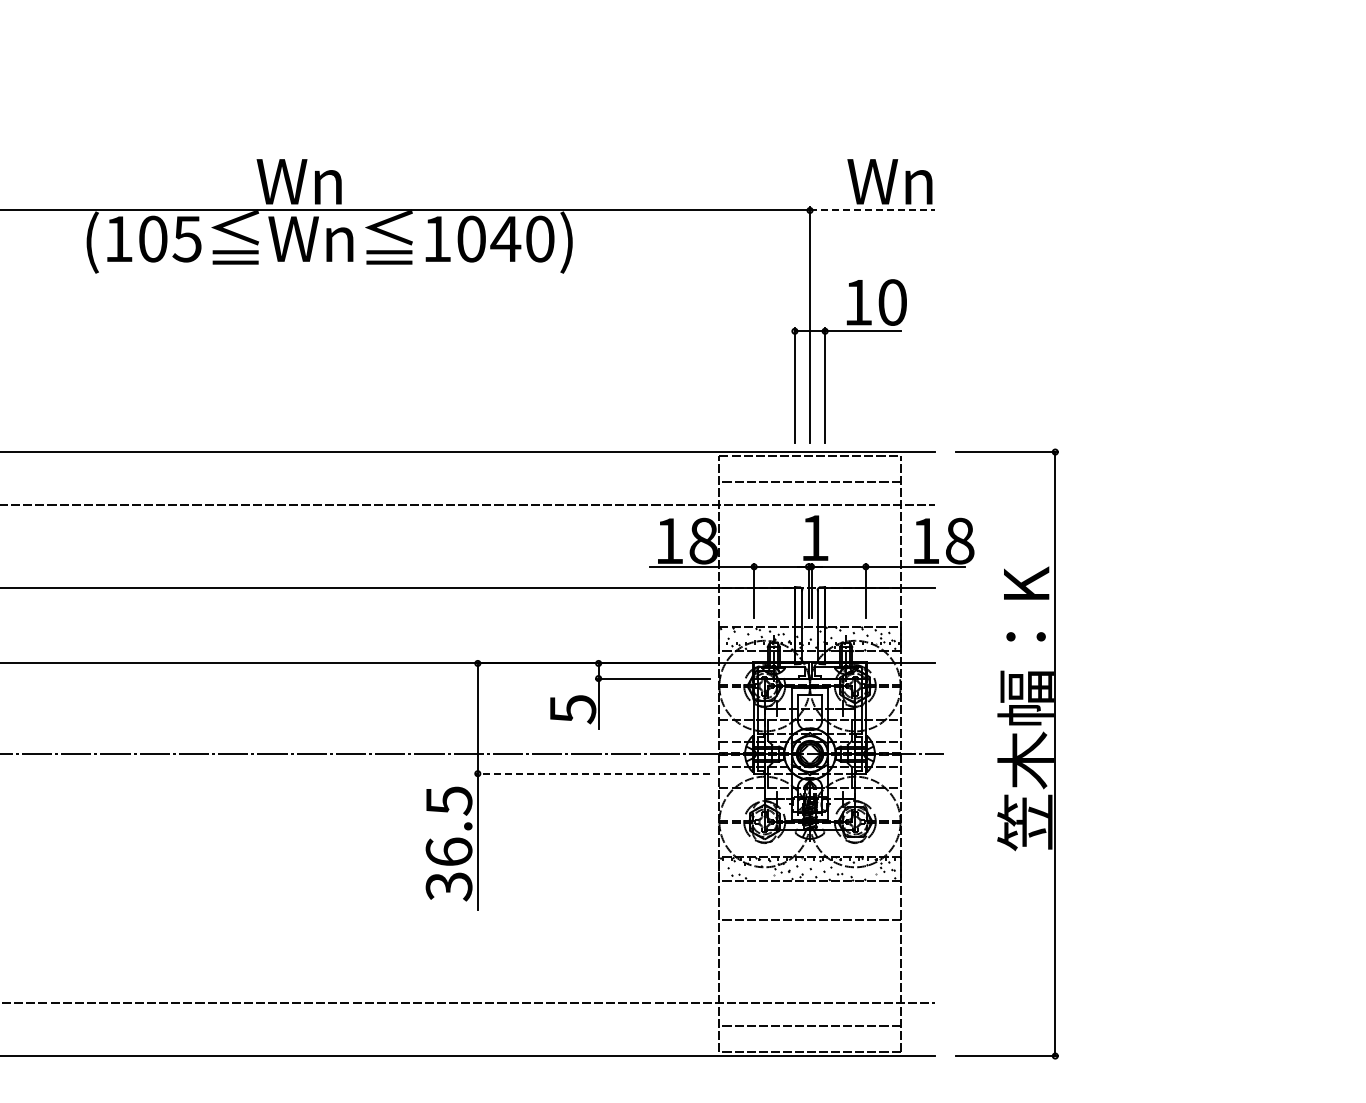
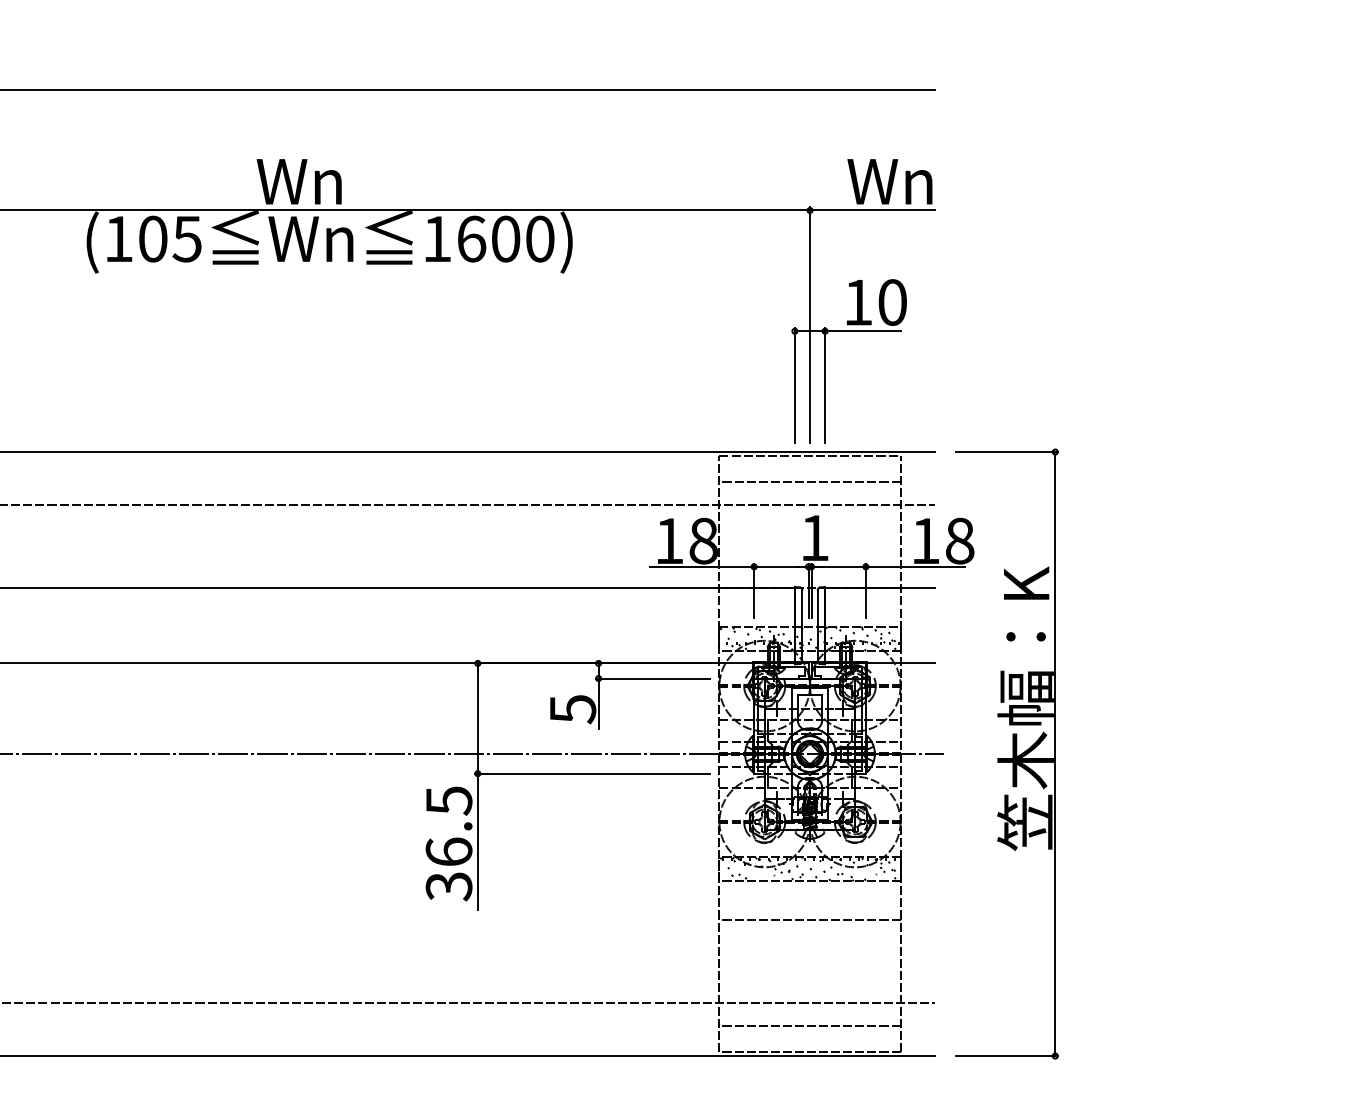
line at (468, 89): none -> present
line at (872, 210): dashed -> solid
text at (489, 238): 1040) -> 1600)
line at (592, 773): dashed -> solid
